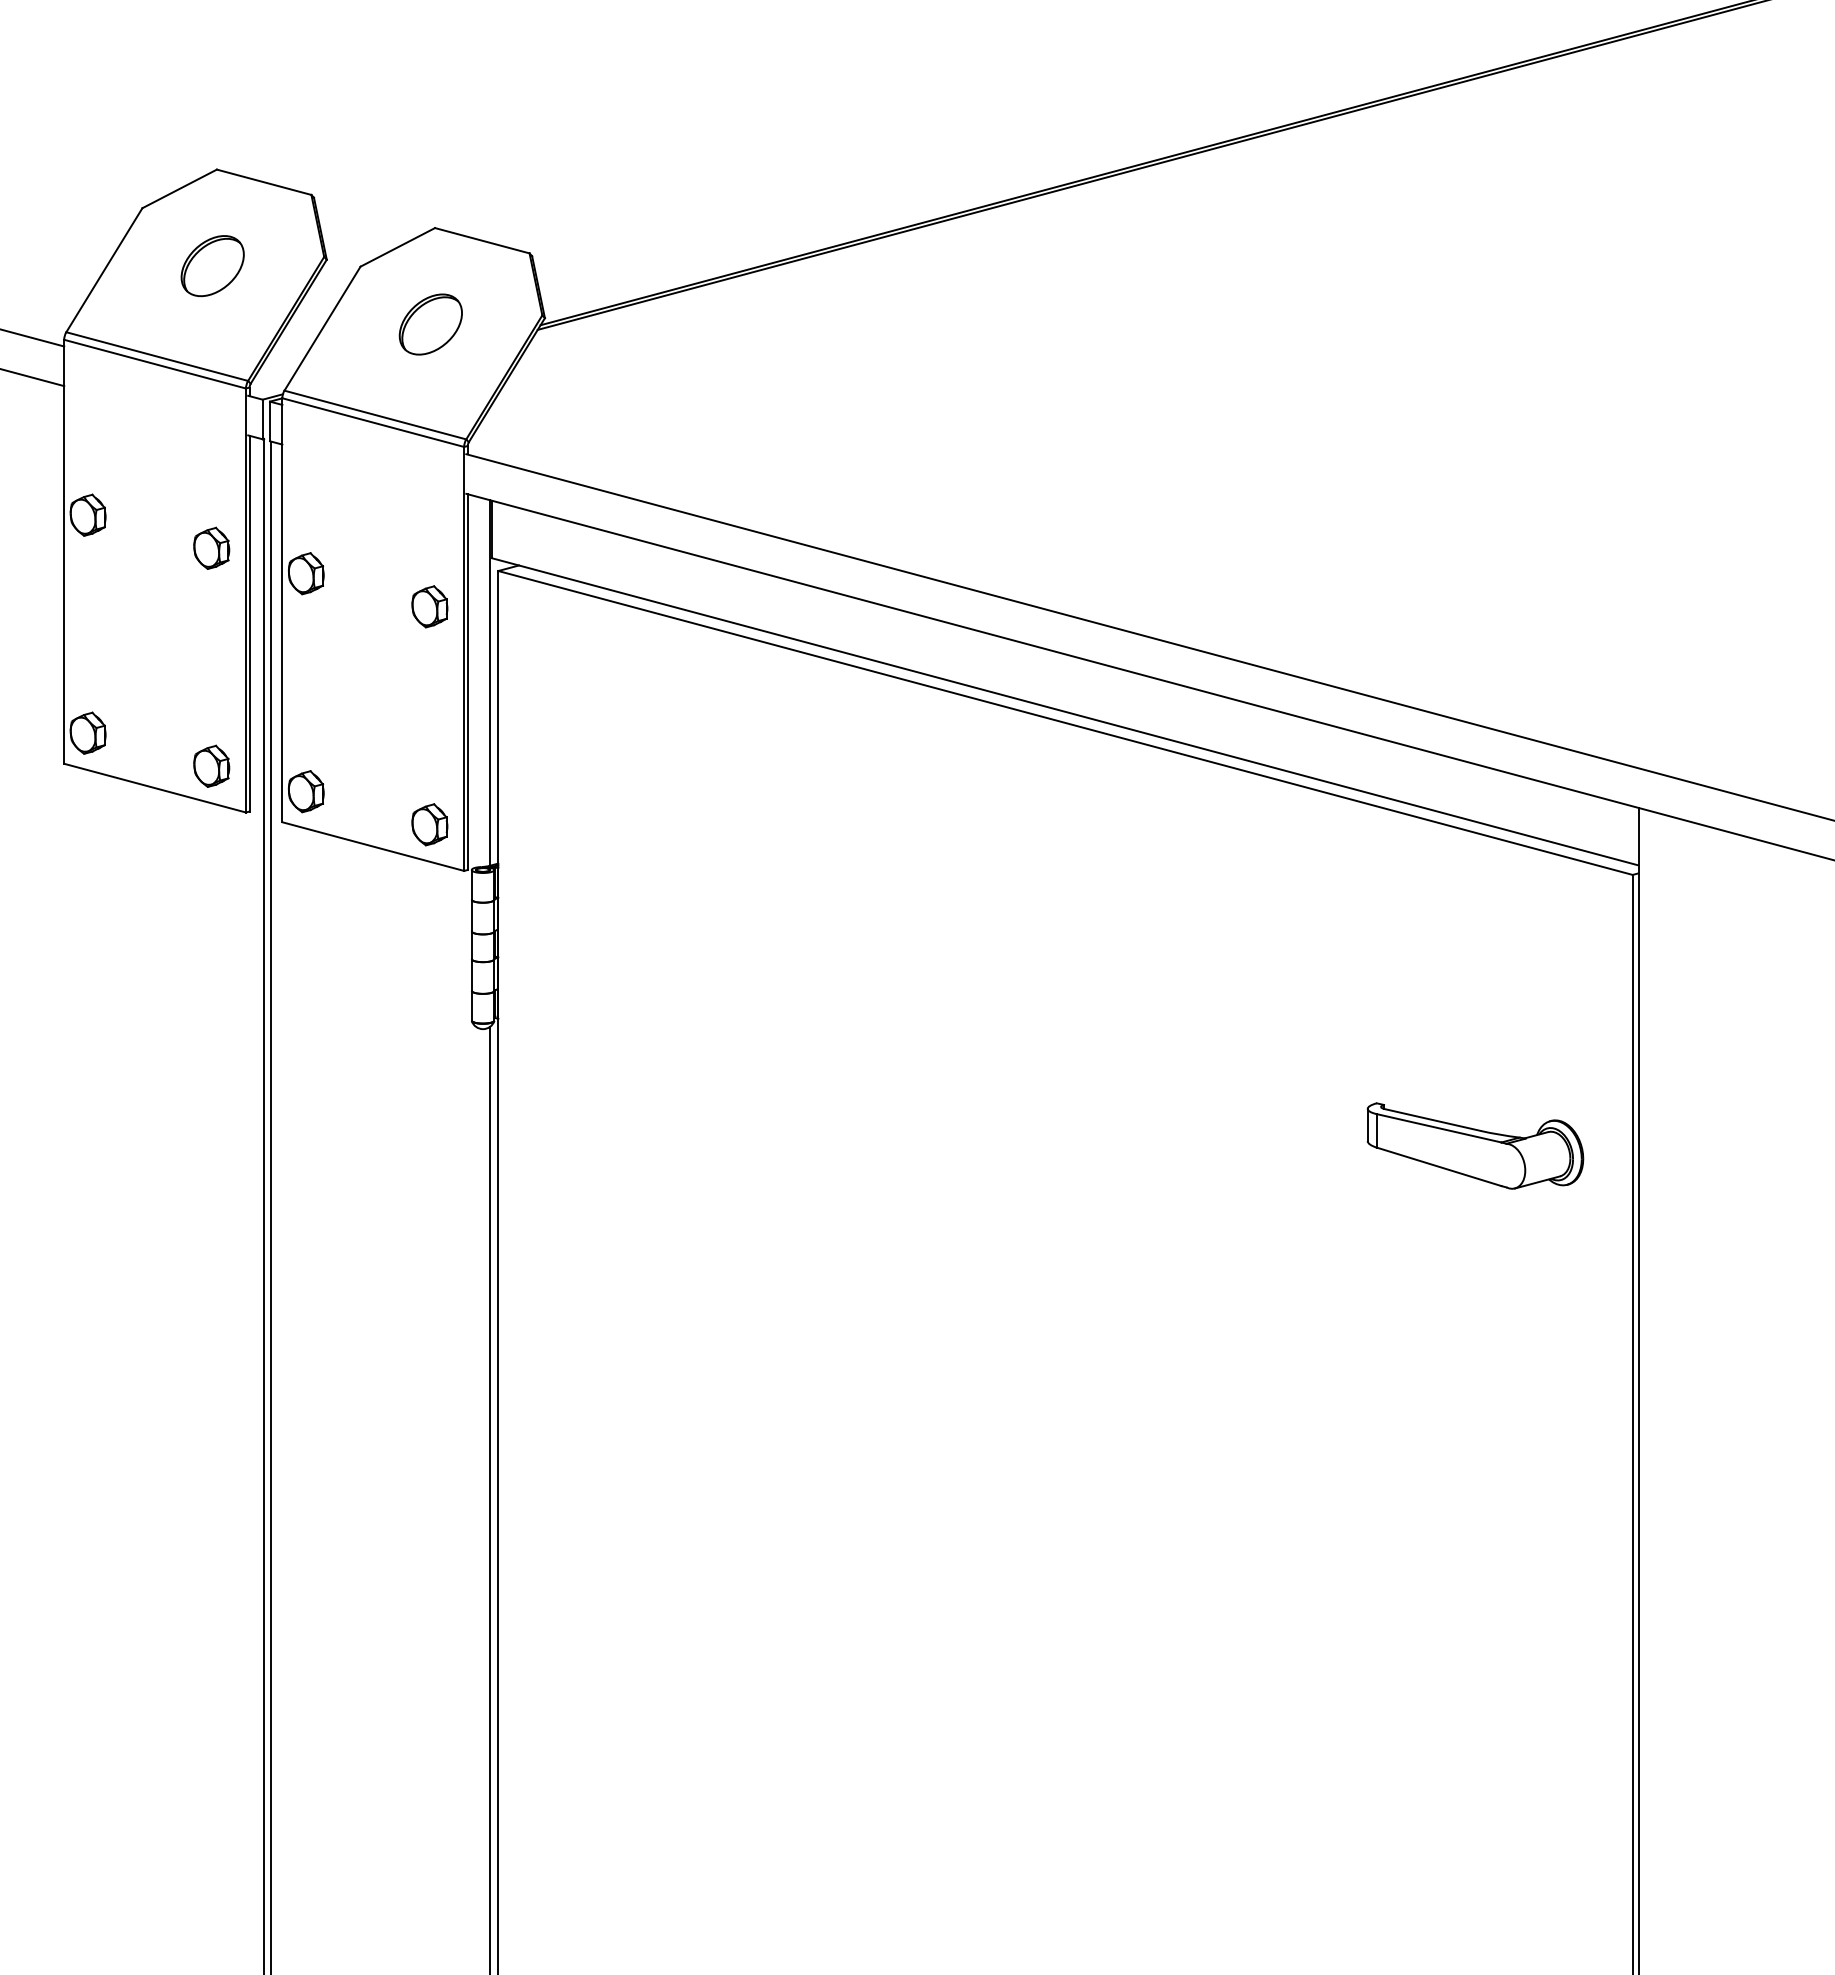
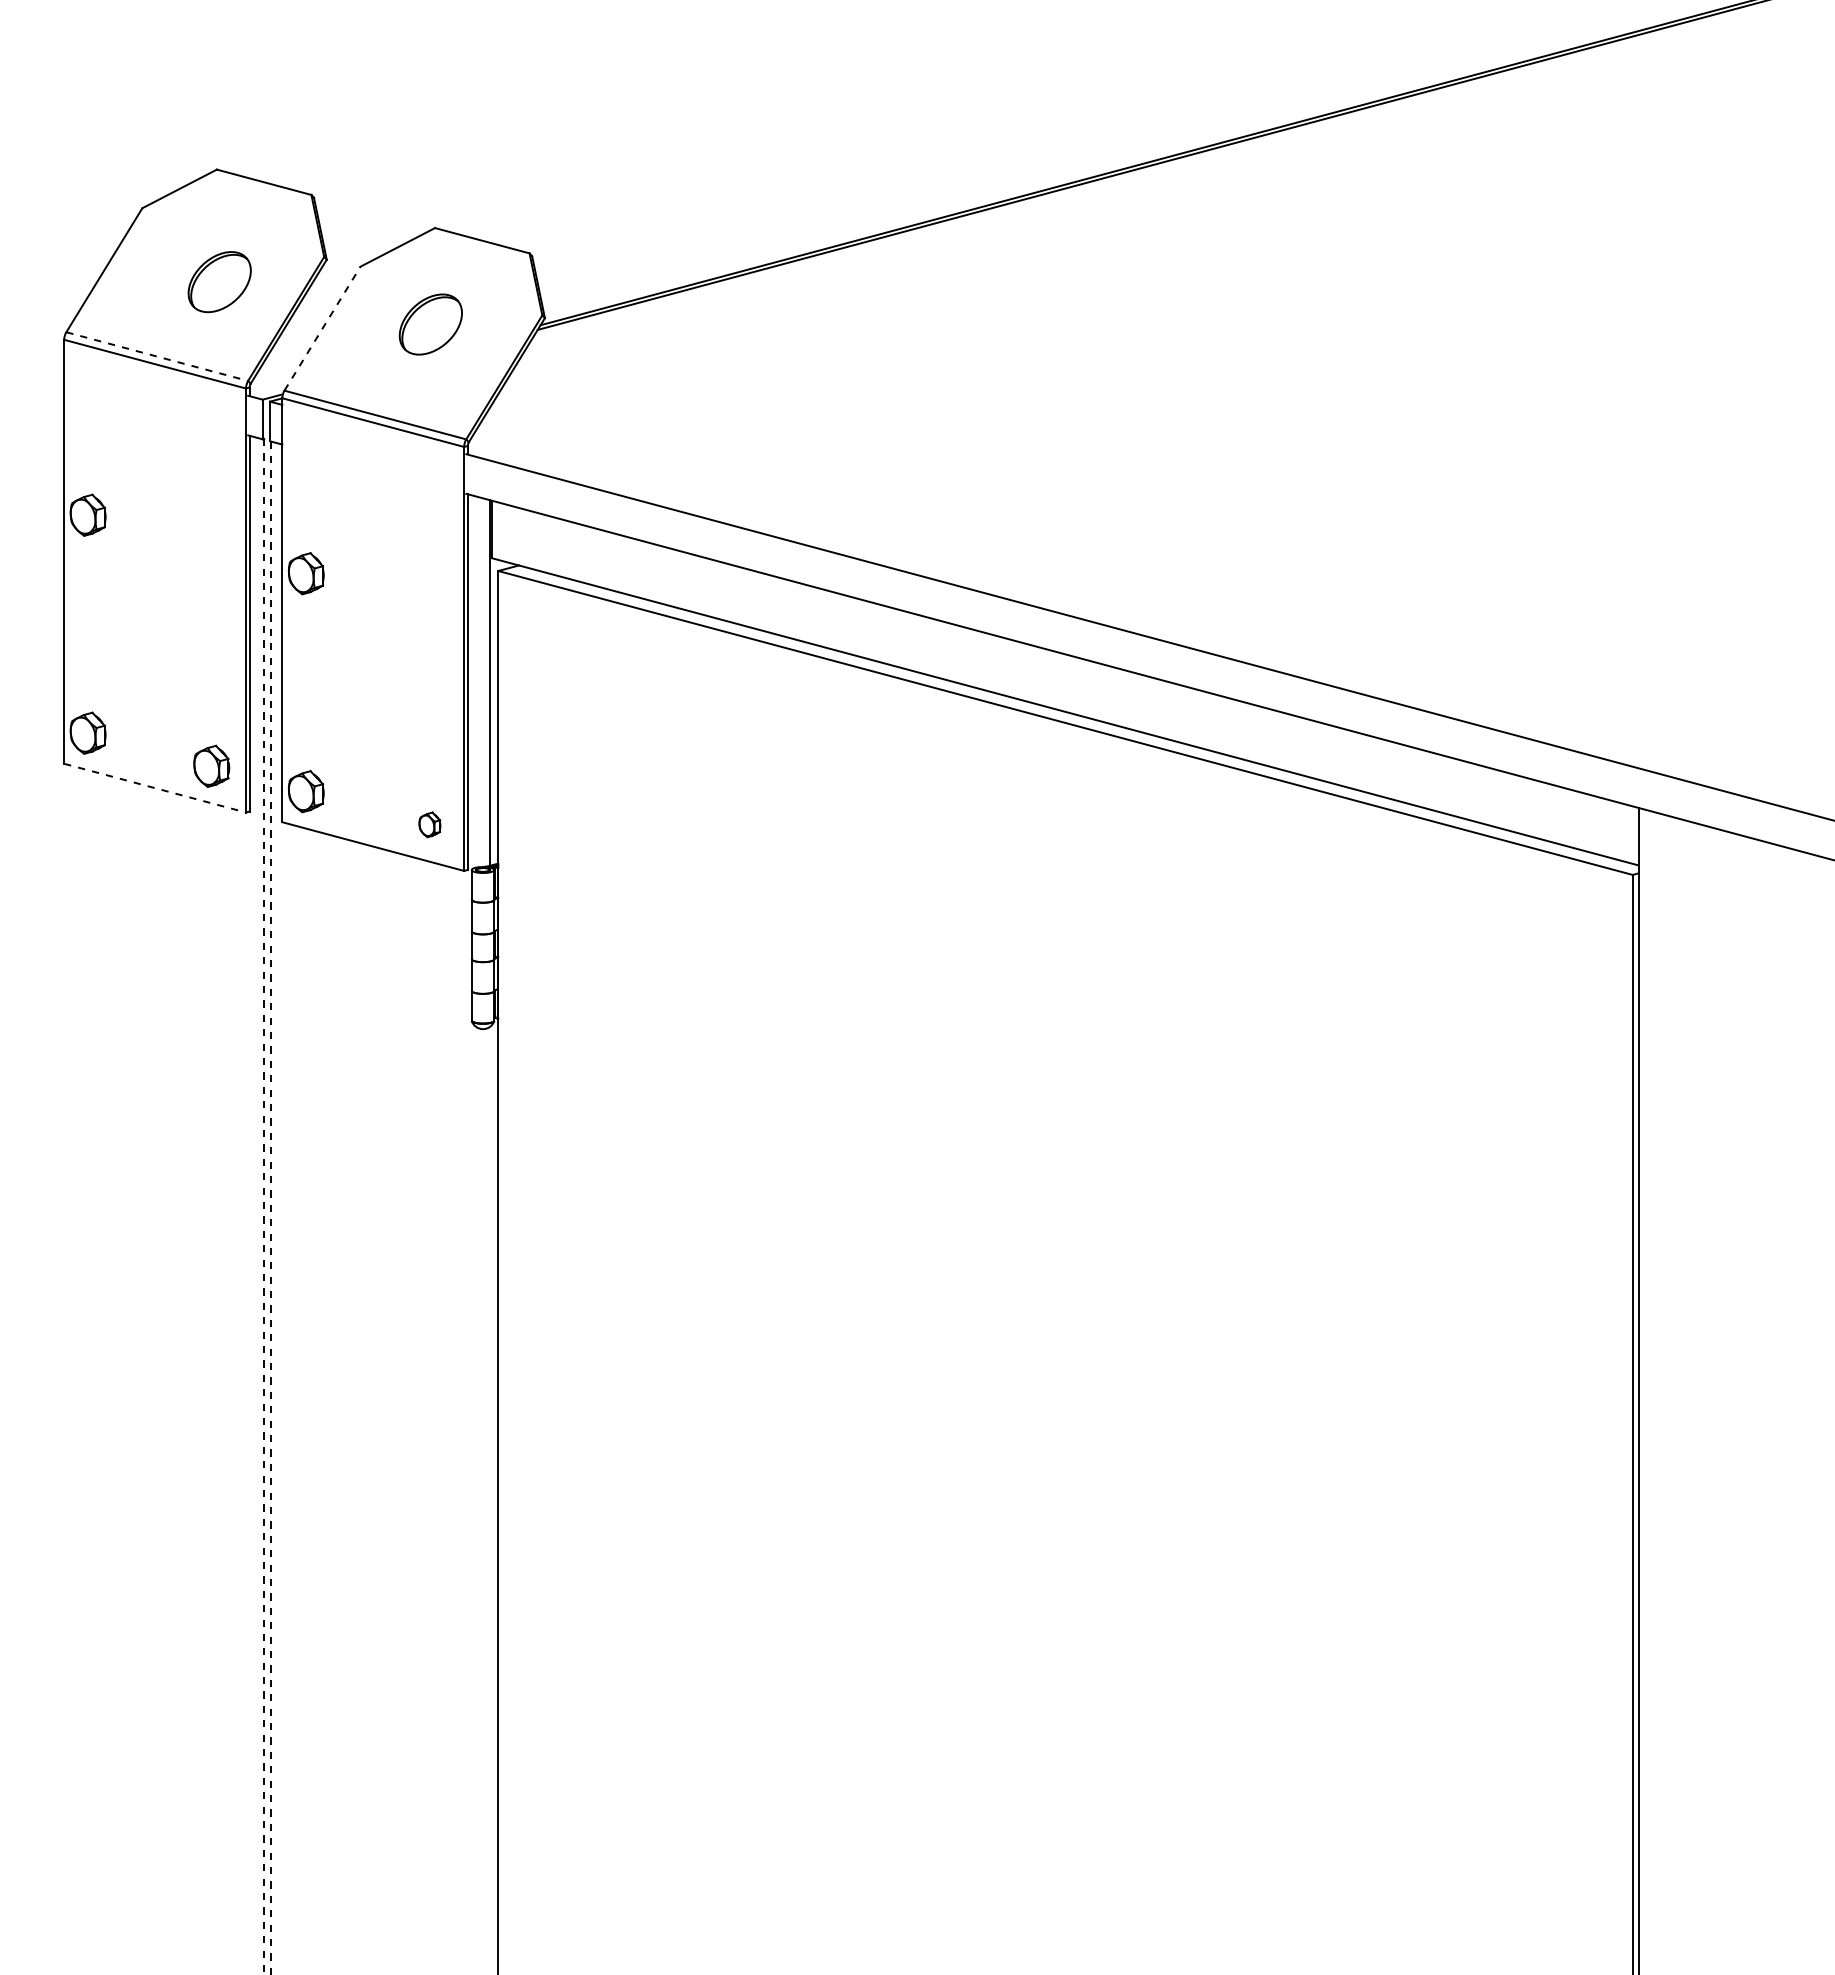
part at (212, 266) position: (212, 266) -> (219, 282)
line at (322, 328): solid -> dashed
line at (33, 337): present -> none
line at (157, 356): solid -> dashed
line at (33, 377): present -> none
part at (211, 547): present -> none
part at (429, 606): present -> none
line at (155, 788): solid -> dashed
part at (429, 824) size: 38x44 px -> 24x28 px
part at (1475, 1145): present -> none
line at (264, 1206): solid -> dashed
line at (271, 1208): solid -> dashed
line at (489, 1499): present -> none
